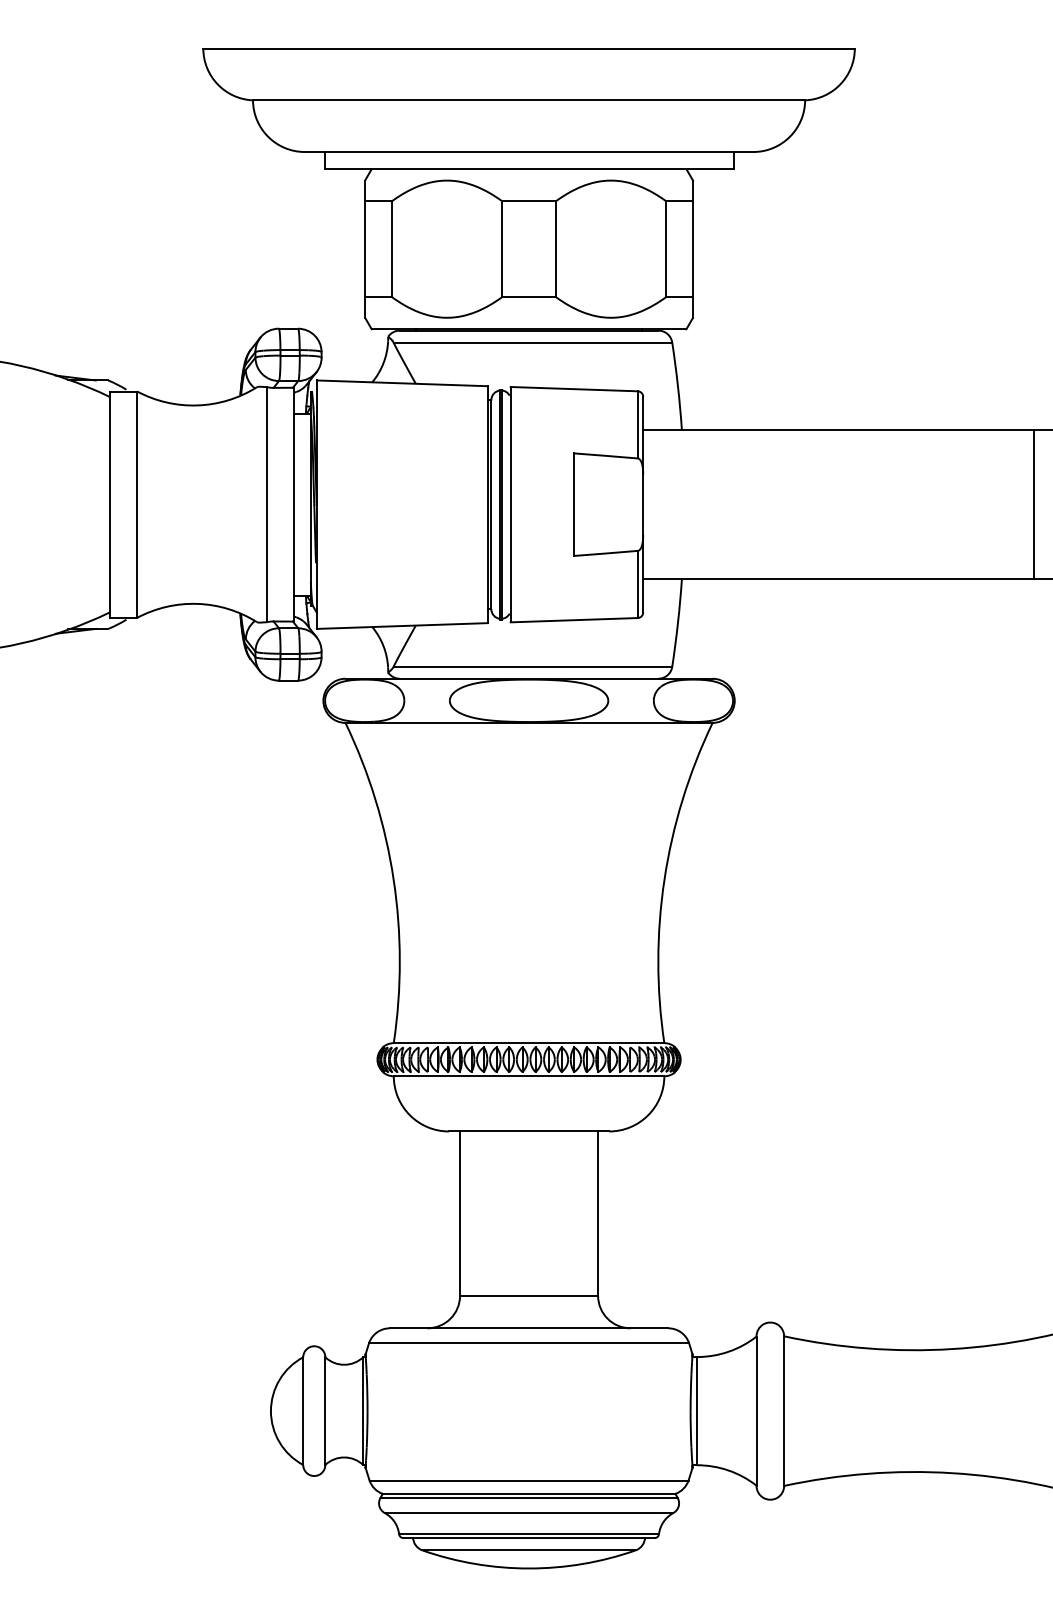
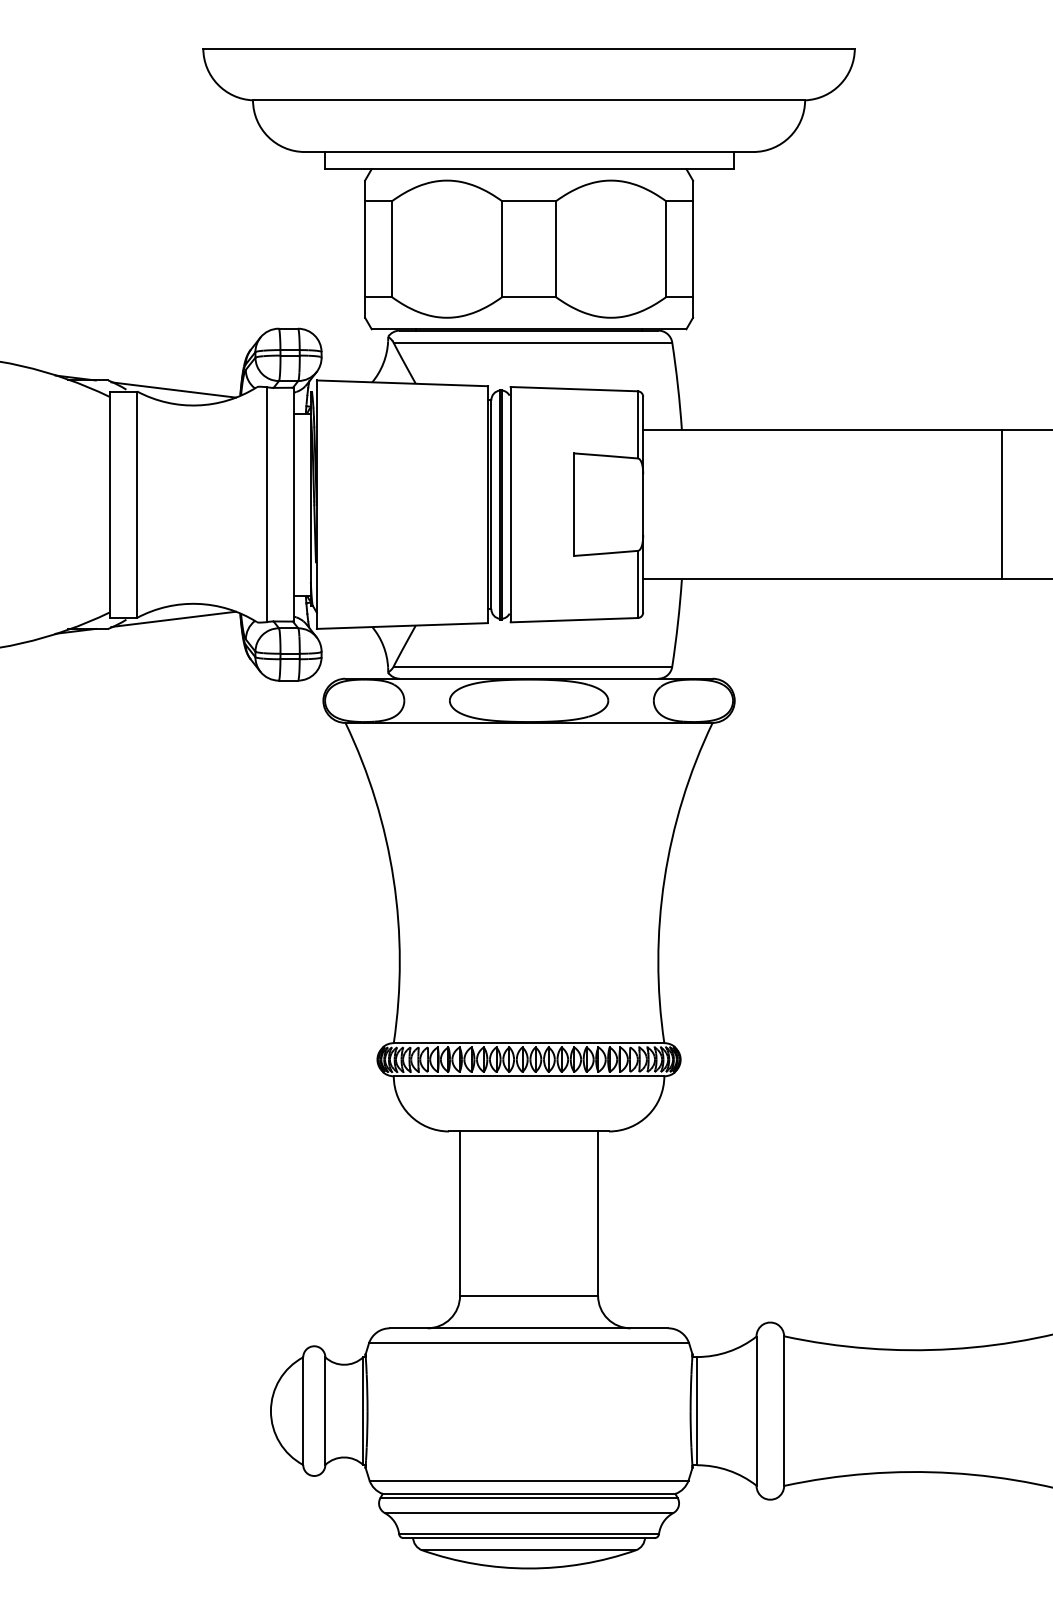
line at (173, 389): none -> present
line at (1034, 504) position: (1034, 504) -> (1002, 504)
line at (173, 619): none -> present
